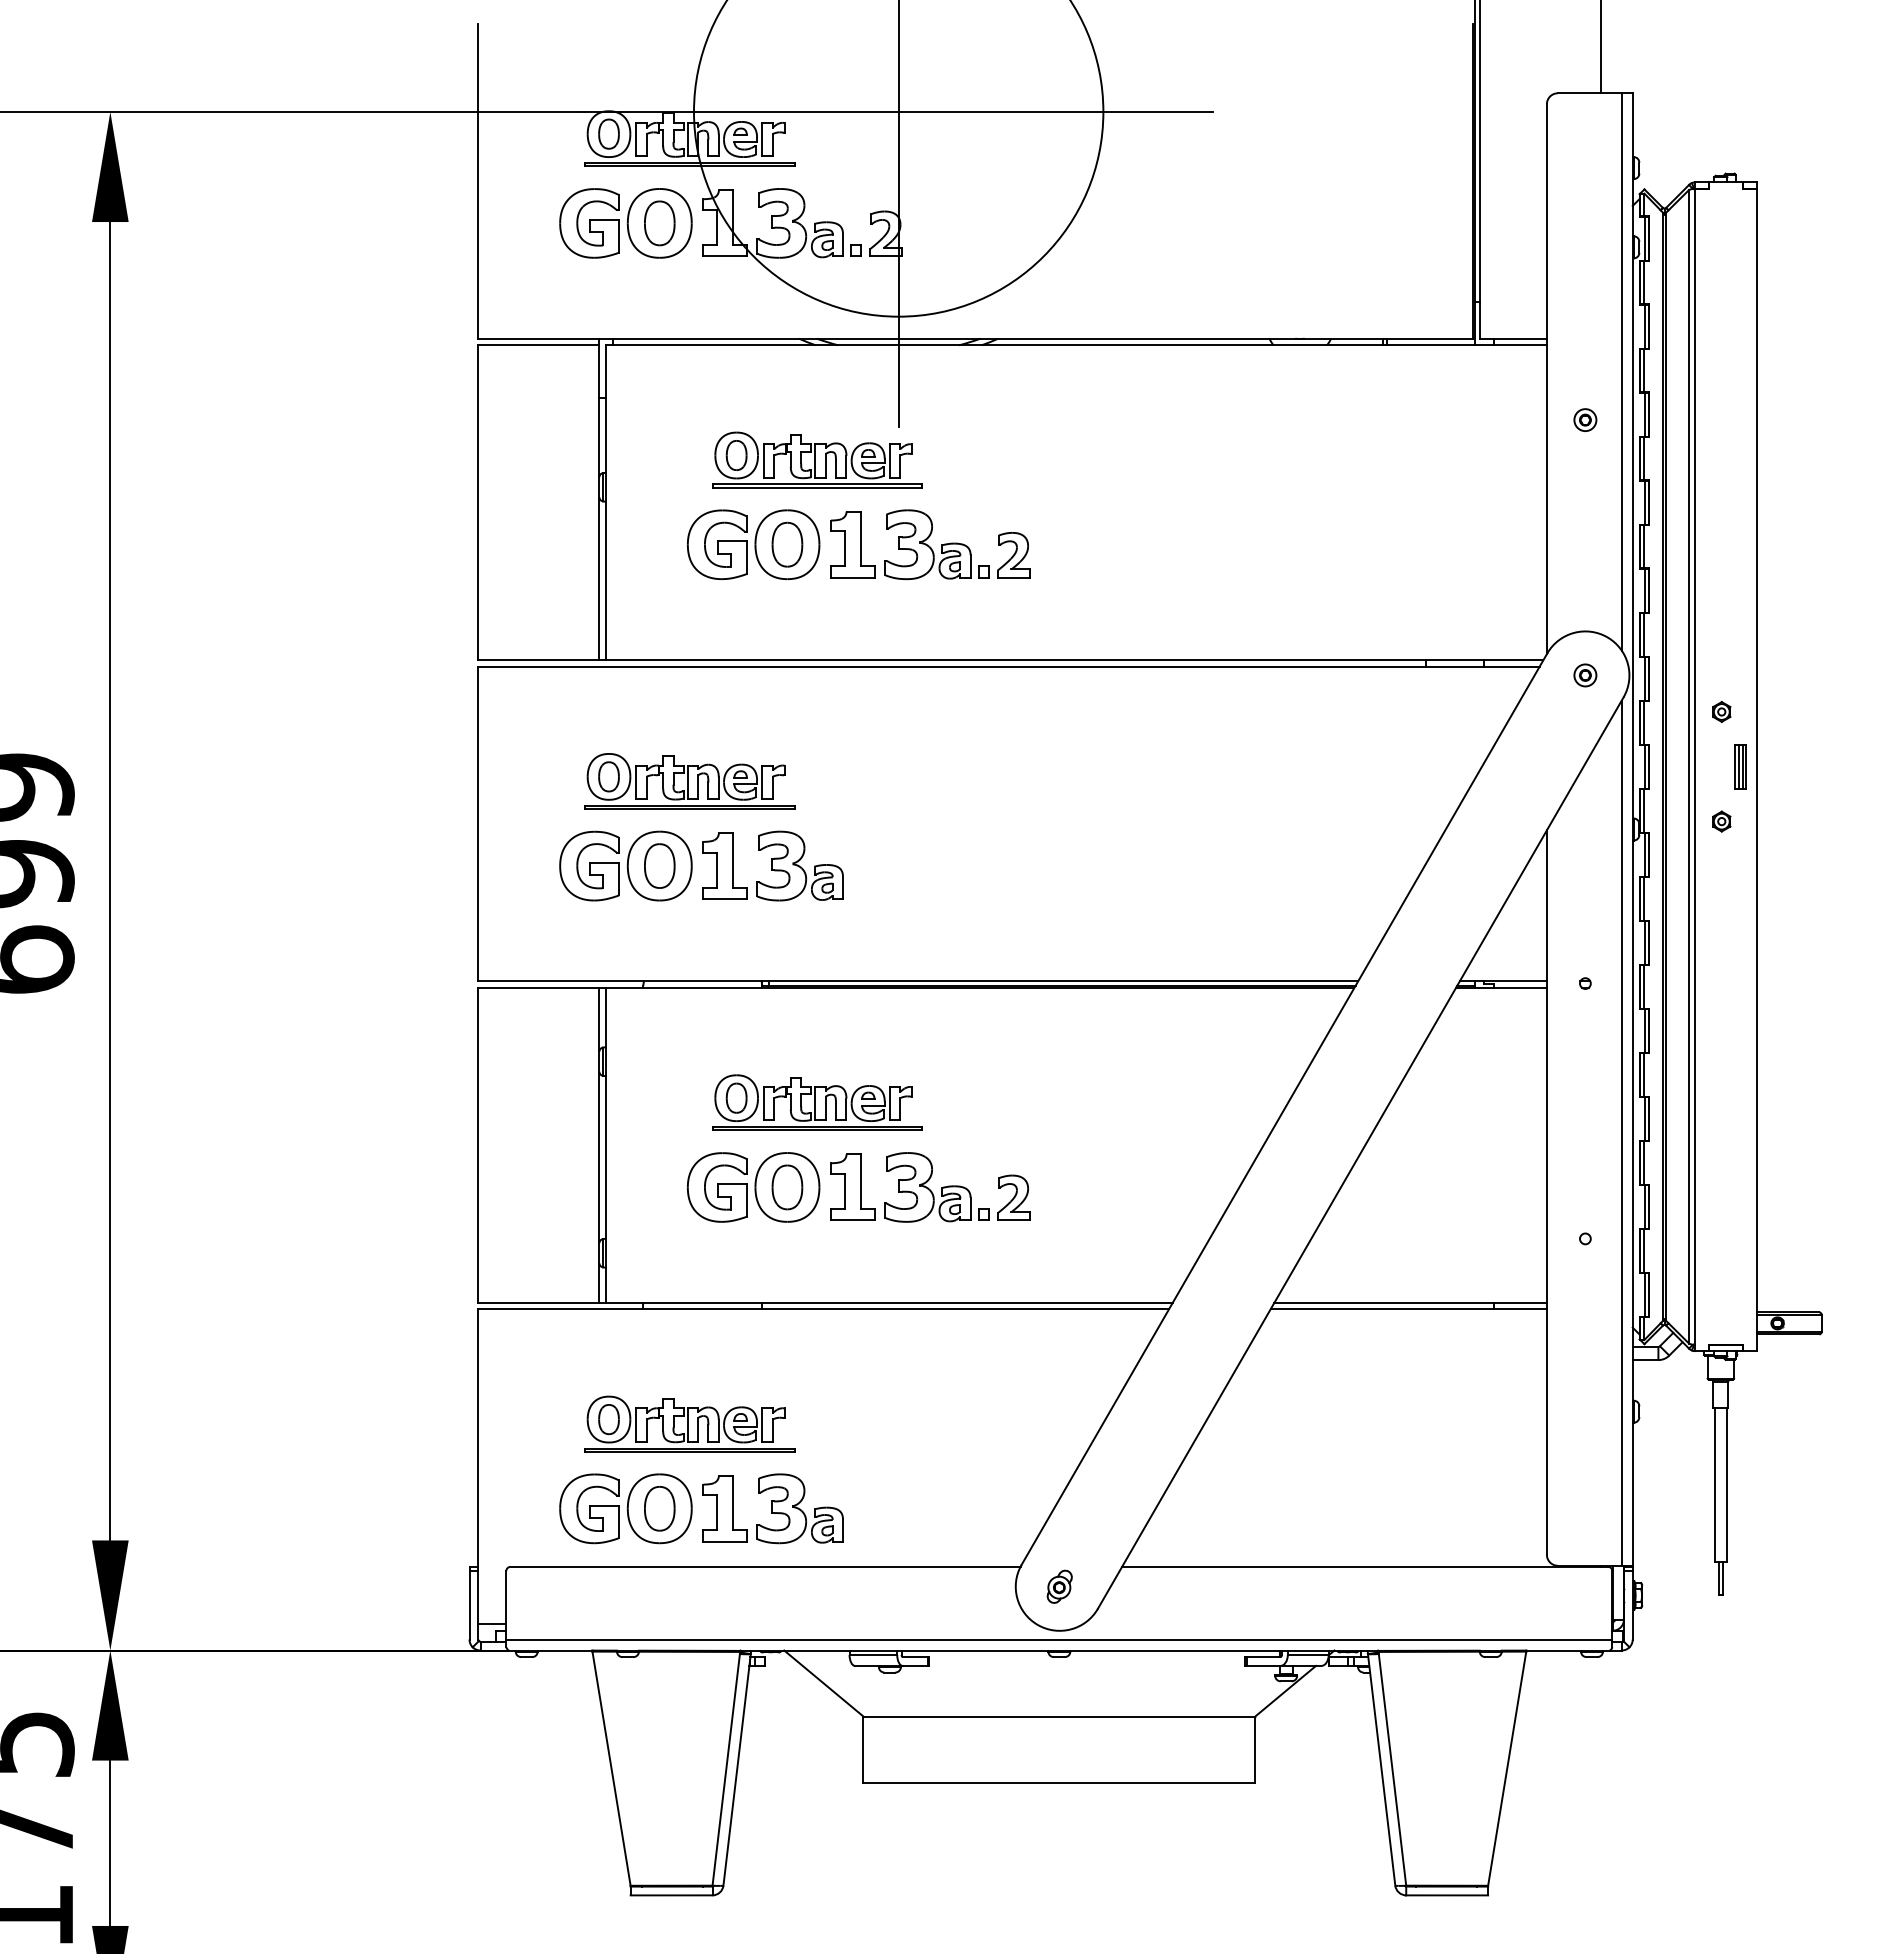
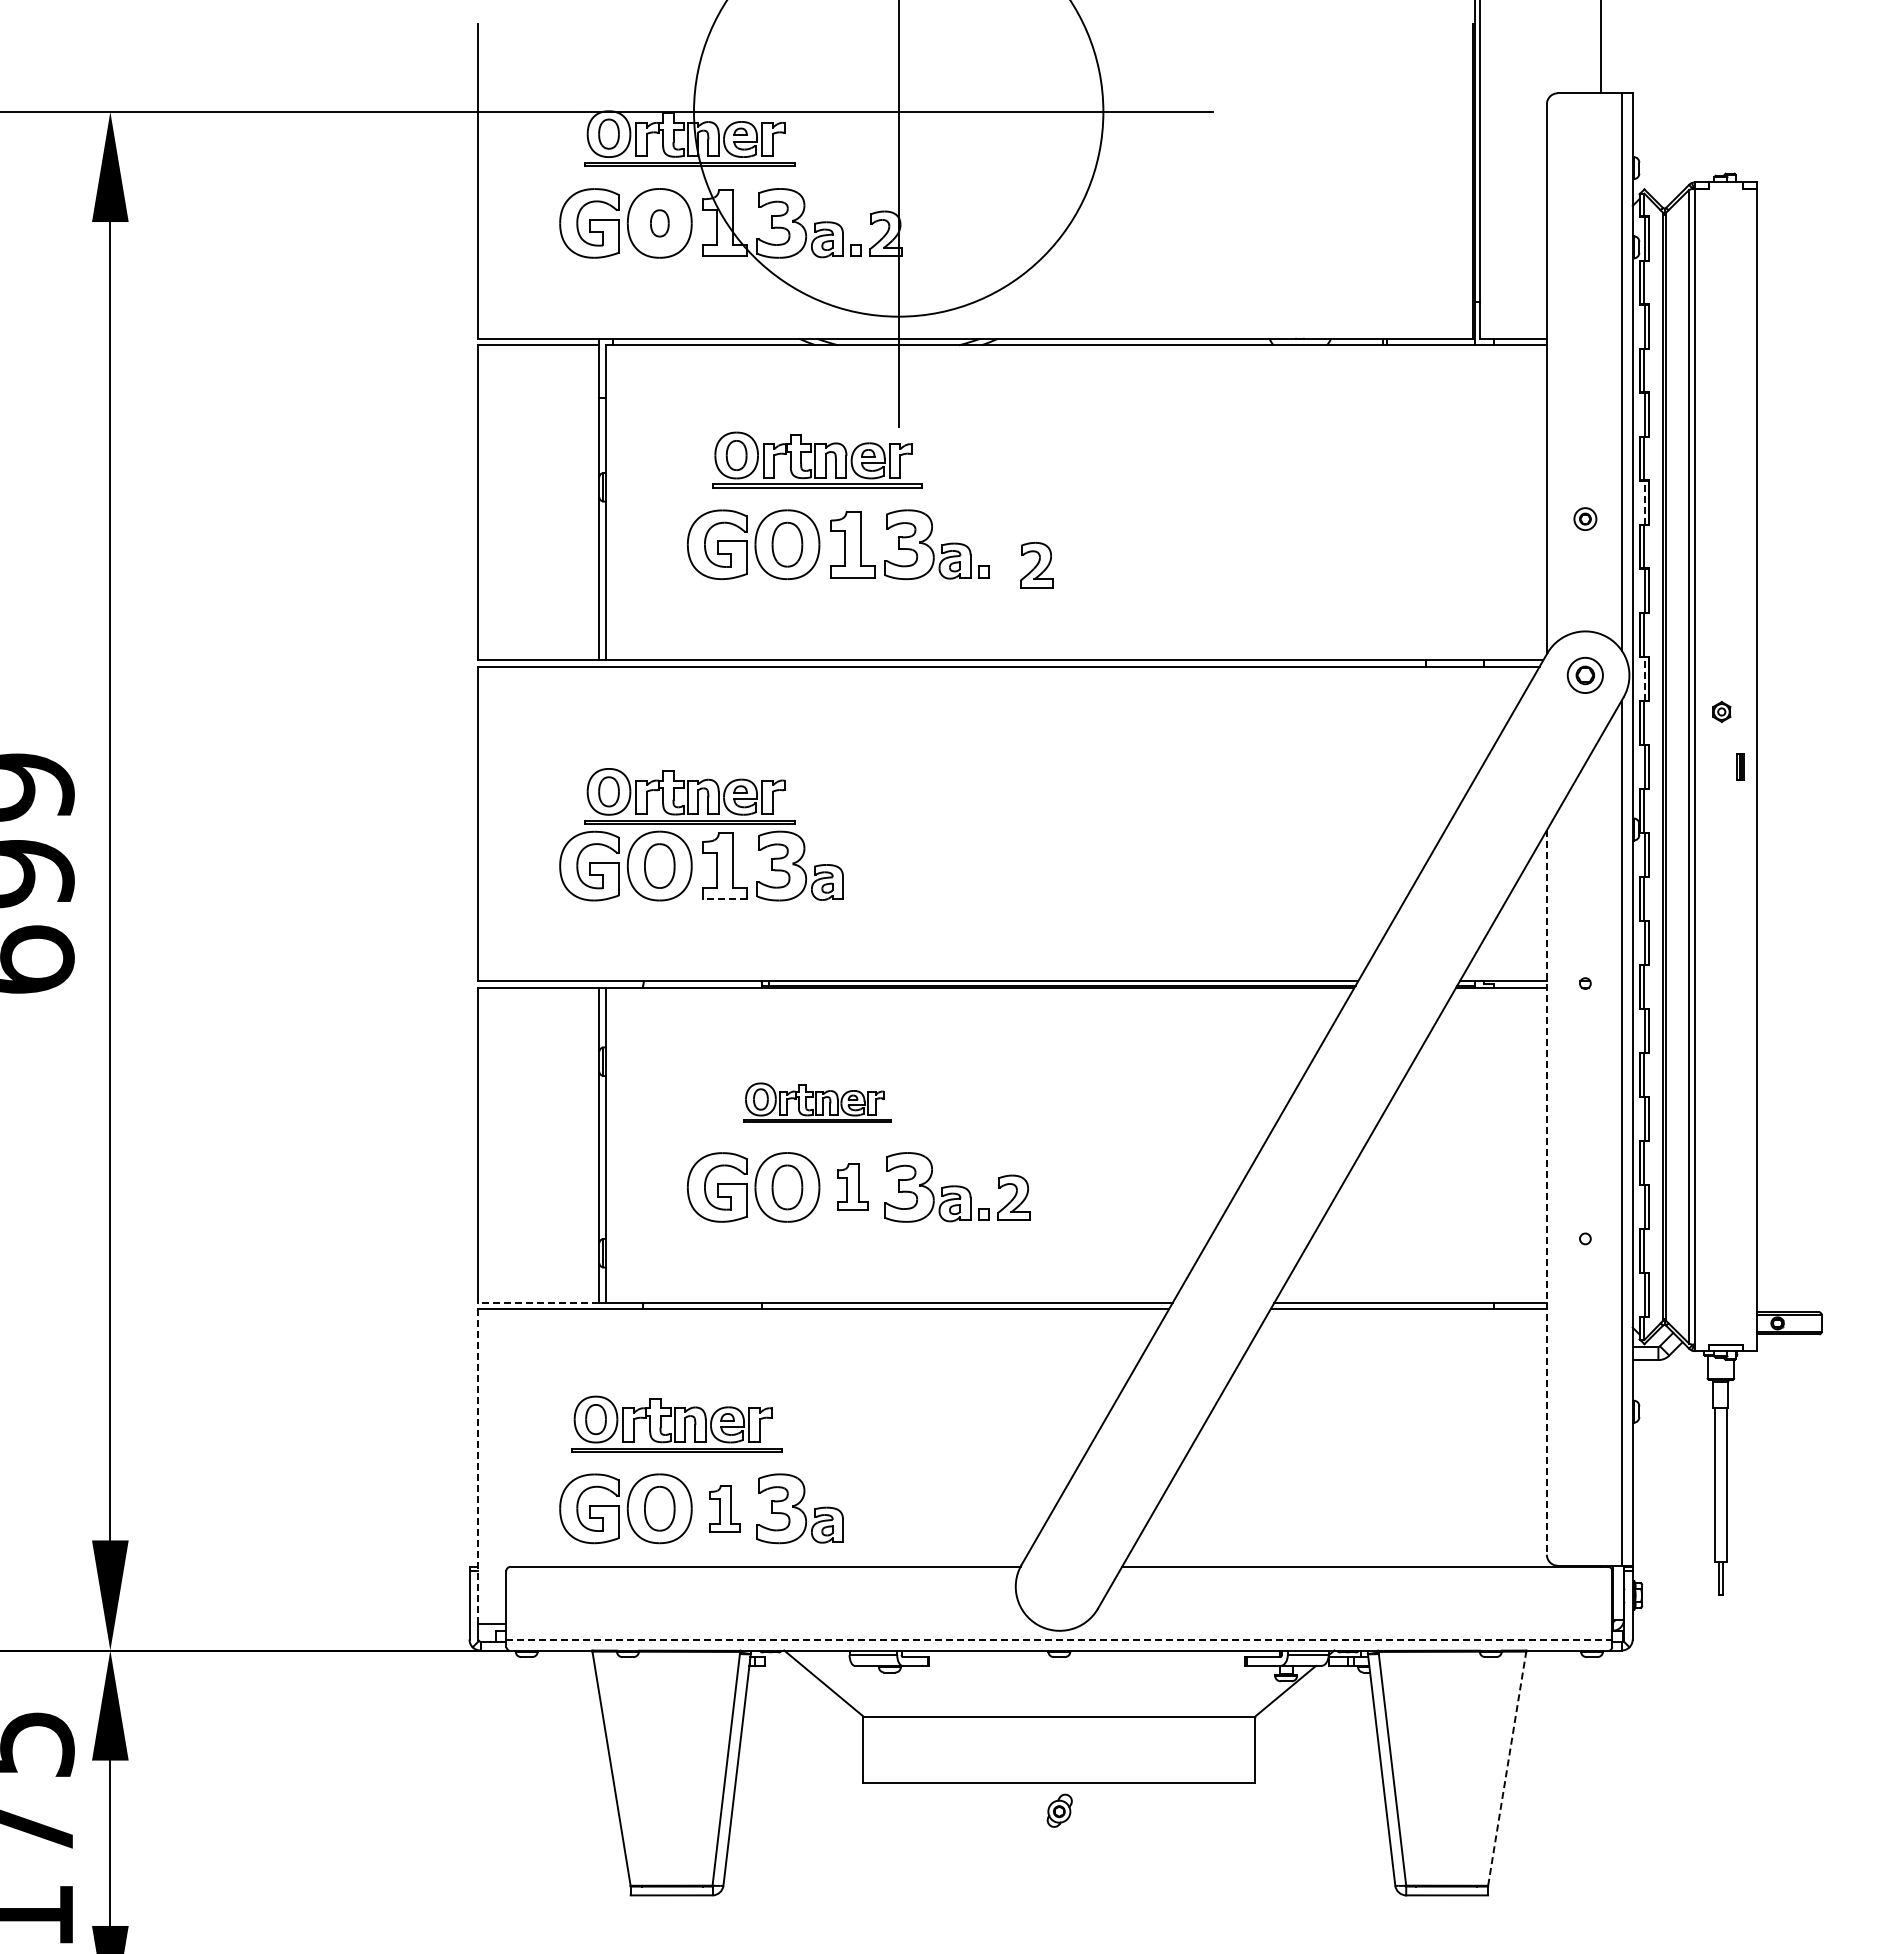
part at (659, 223) size: 32x47 px -> 20x29 px
part at (1585, 419) position: (1585, 419) -> (1585, 518)
line at (1644, 502): solid -> dashed
part at (1013, 555) position: (1013, 555) -> (1036, 565)
part at (1585, 675) size: 25x25 px -> 38x38 px
line at (1644, 678): solid -> dashed
part at (1740, 766) size: 13x46 px -> 9x28 px
part at (689, 781) position: (689, 781) -> (689, 796)
part at (1721, 821): present -> none
line at (725, 899): solid -> dashed
part at (817, 1102) size: 211x57 px -> 149x41 px
part at (852, 1186) size: 46x68 px -> 32x48 px
line at (1546, 1193): solid -> dashed
line at (538, 1302): solid -> dashed
part at (689, 1423) position: (689, 1423) -> (676, 1423)
line at (478, 1467): solid -> dashed
part at (724, 1508) size: 46x68 px -> 32x48 px
part at (1059, 1586) position: (1059, 1586) -> (1059, 1810)
line at (1059, 1639): solid -> dashed
line at (1507, 1768): solid -> dashed
